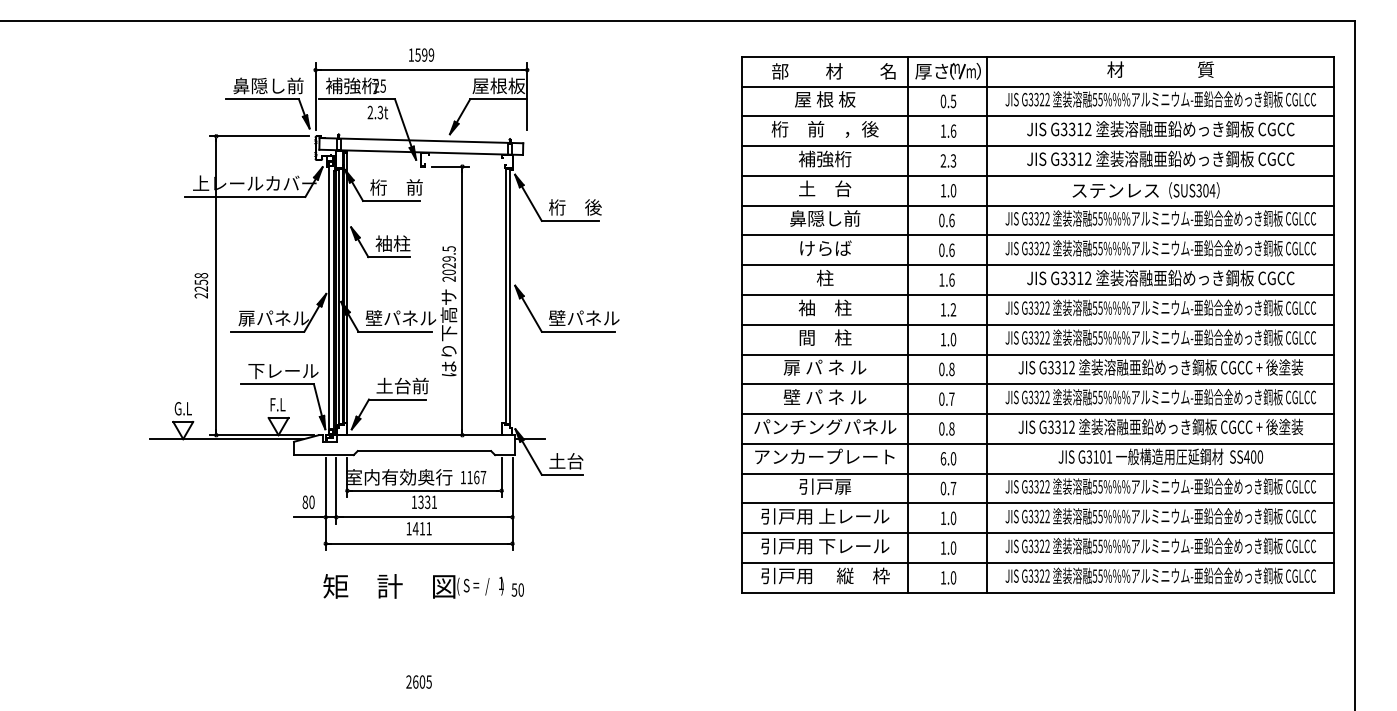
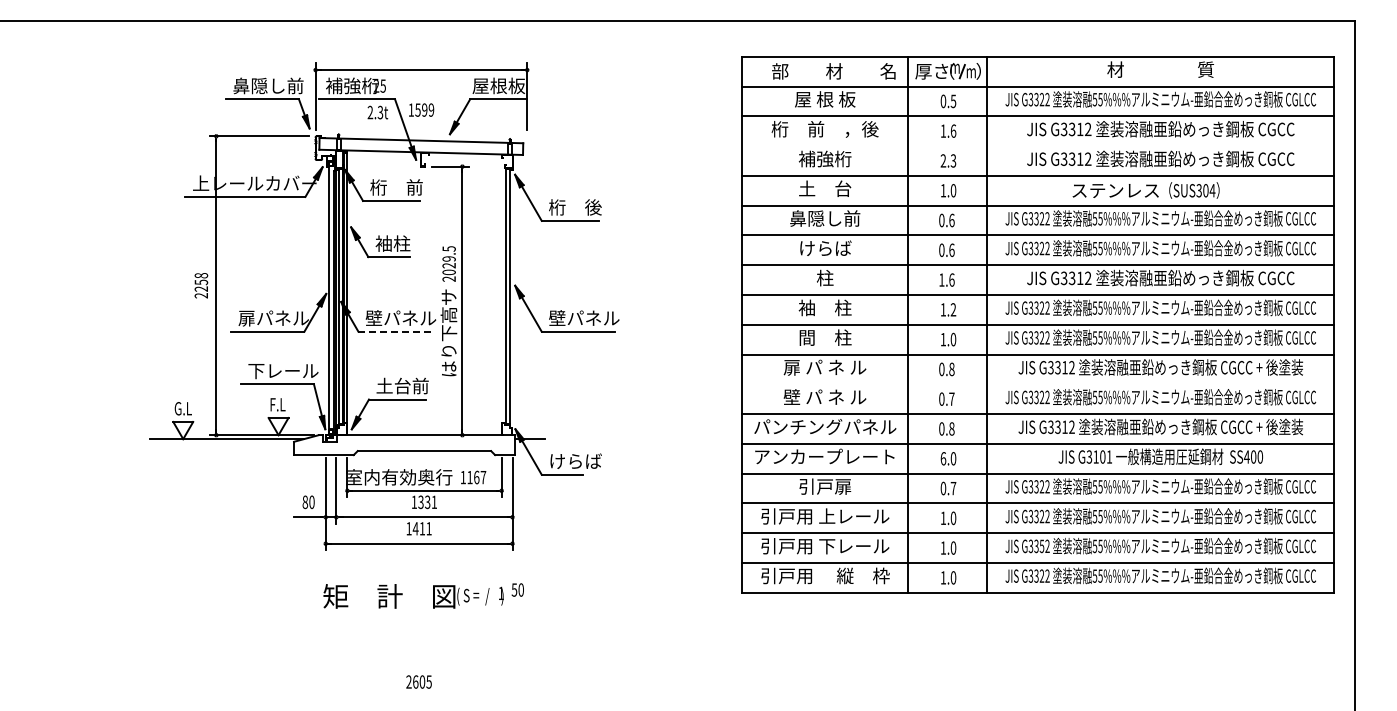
text at (421, 54) position: (421, 54) -> (421, 109)
line at (1038, 146): present -> none
line at (395, 331): solid -> dashed
line at (1038, 384): present -> none
text at (575, 461): 土台 -> けらば
text at (1041, 546): G3322 -> G3352
text at (413, 586) position: (413, 586) -> (413, 596)
